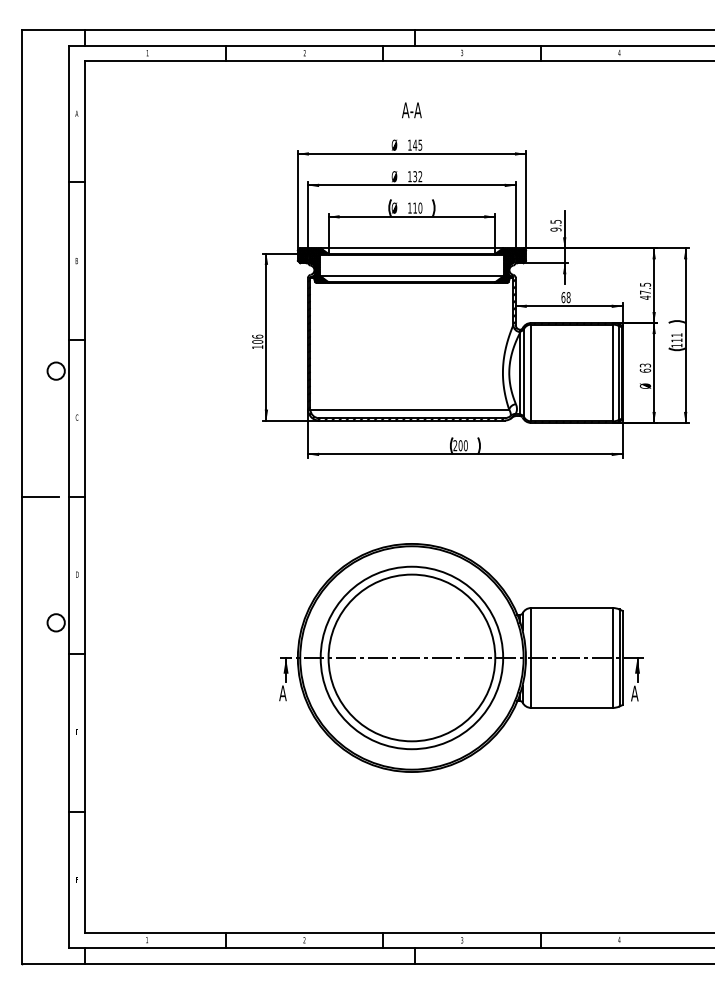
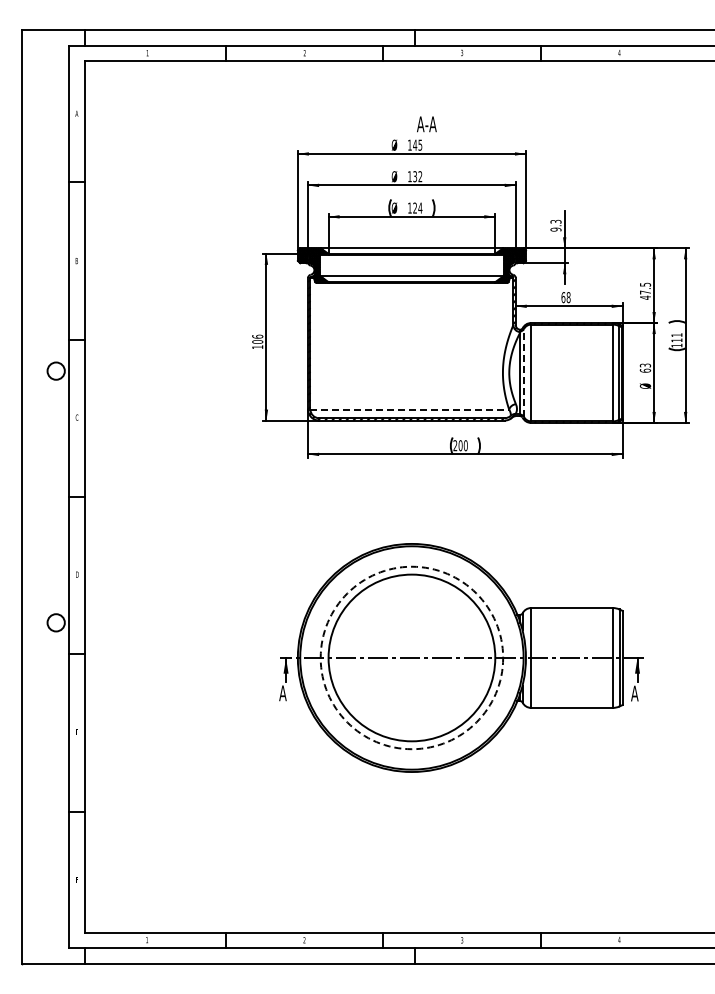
text at (411, 110) position: (411, 110) -> (426, 124)
text at (417, 207): 110 -> 124
text at (555, 221): 9.5 -> 9.3
line at (524, 372): solid -> dashed
line at (410, 409): solid -> dashed
line at (40, 497): present -> none
circle at (411, 657): solid -> dashed
